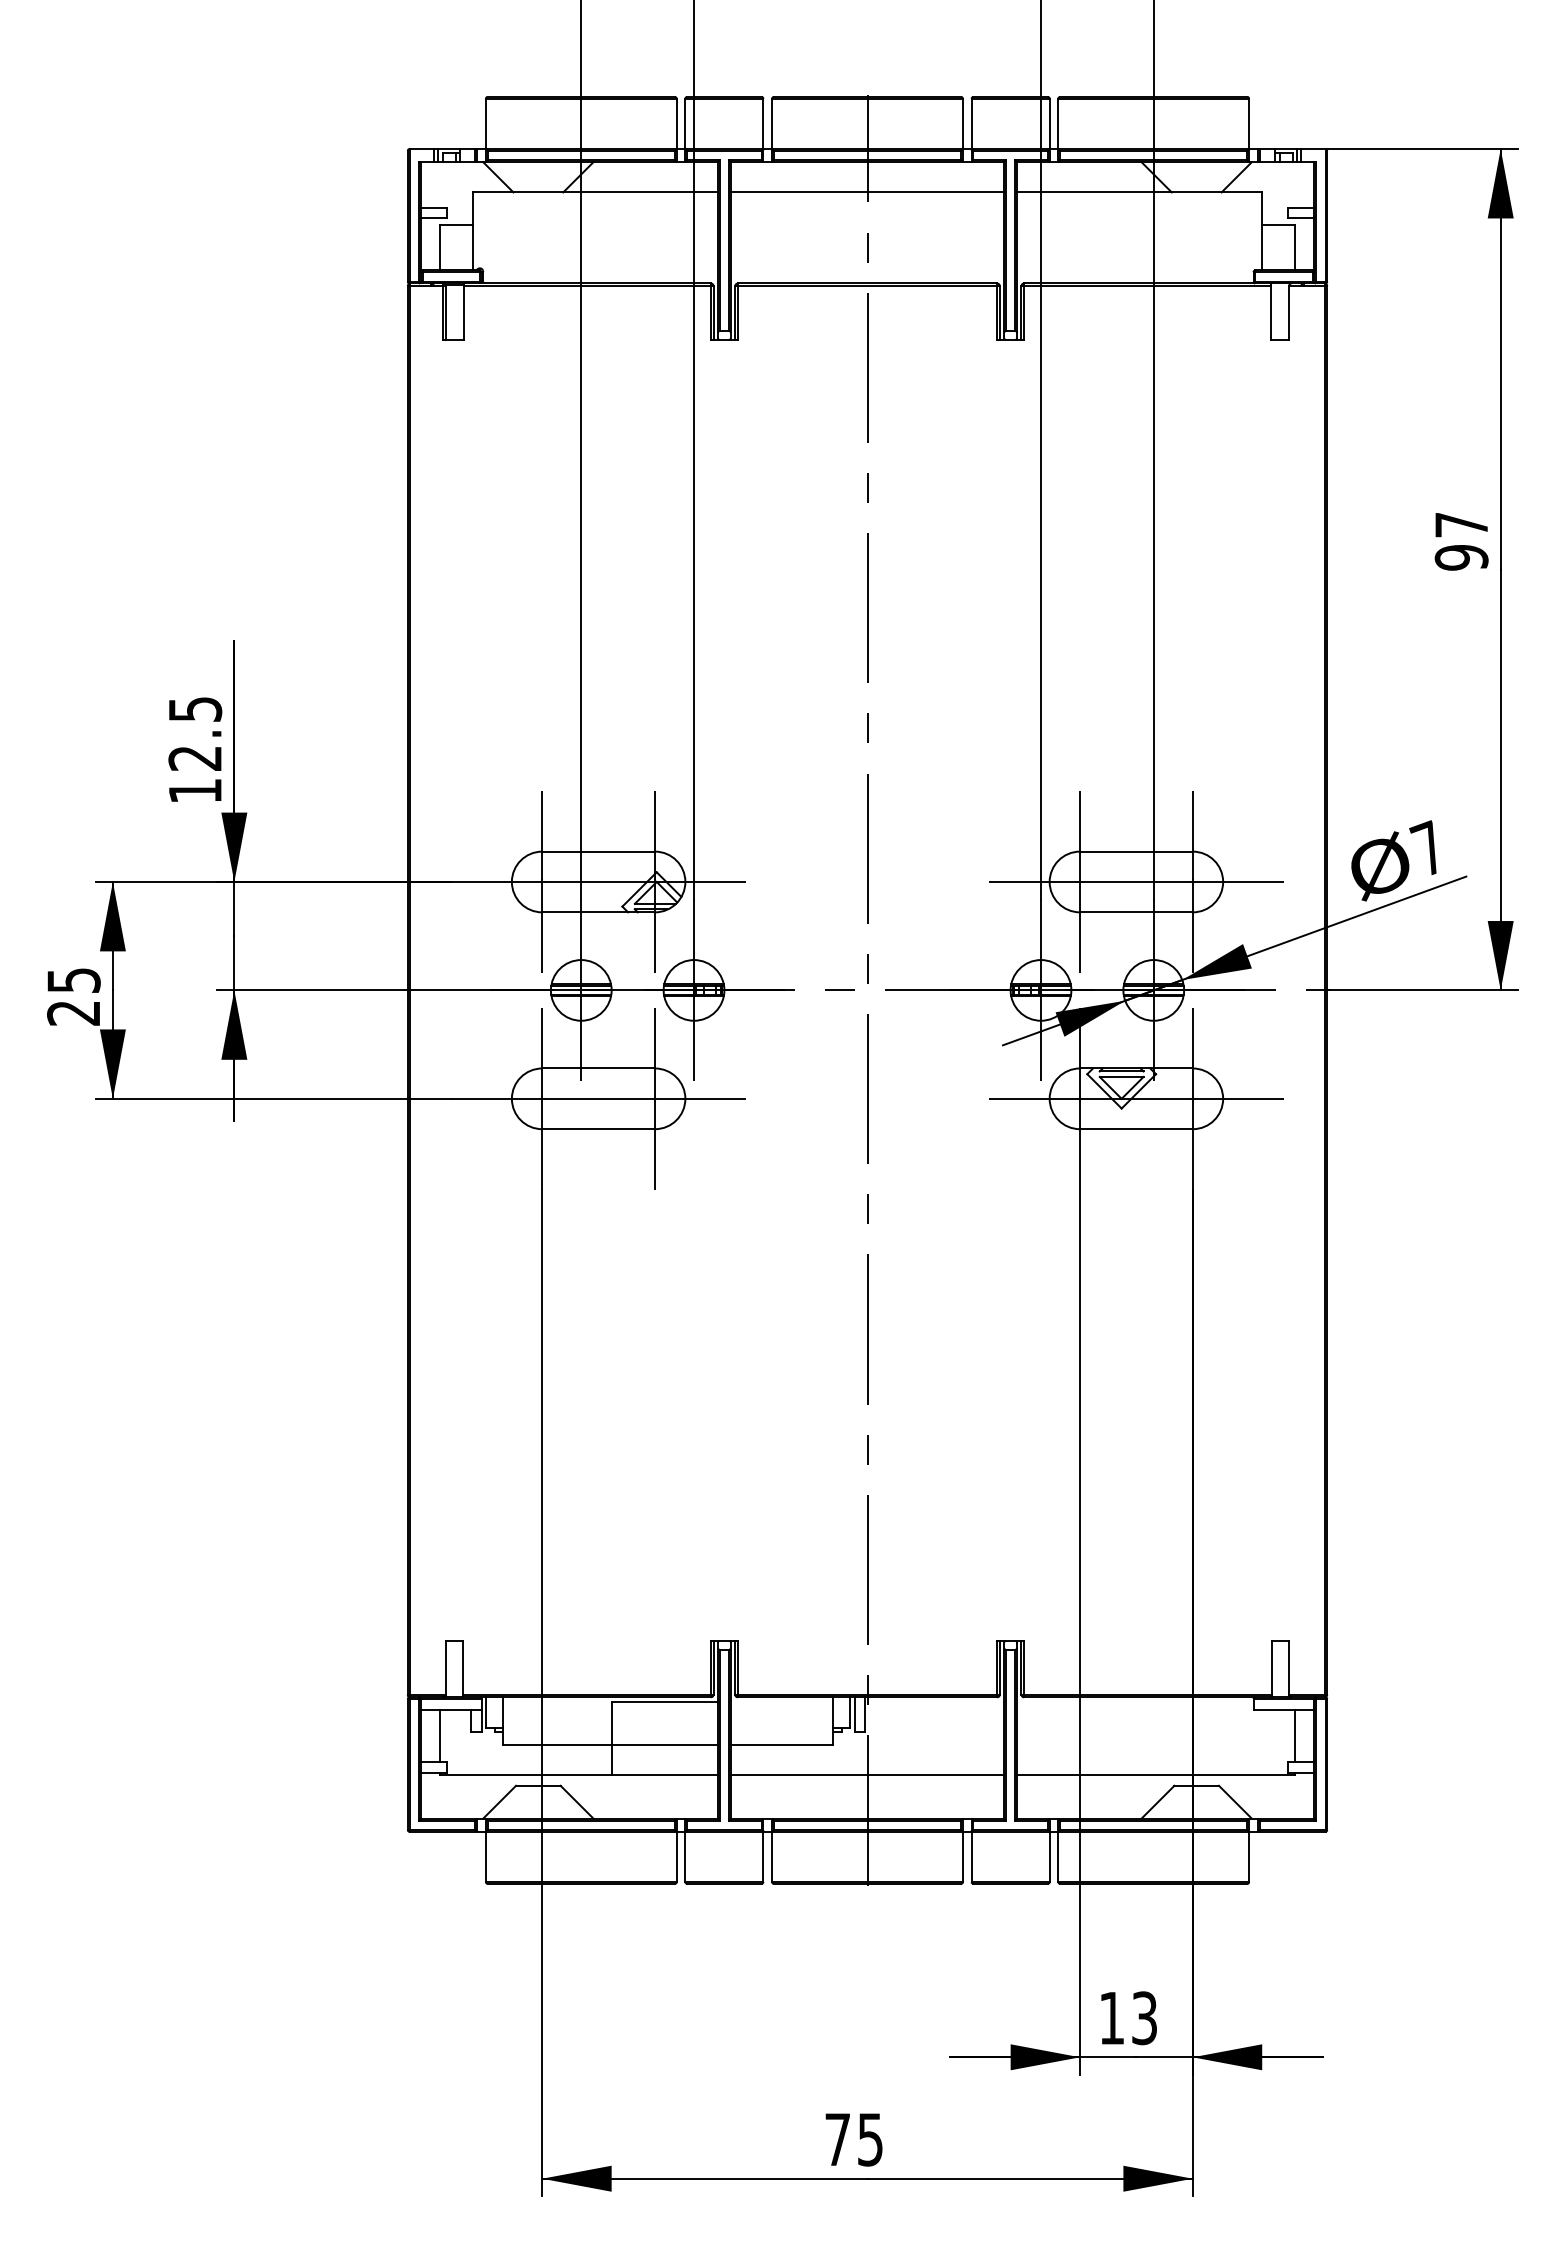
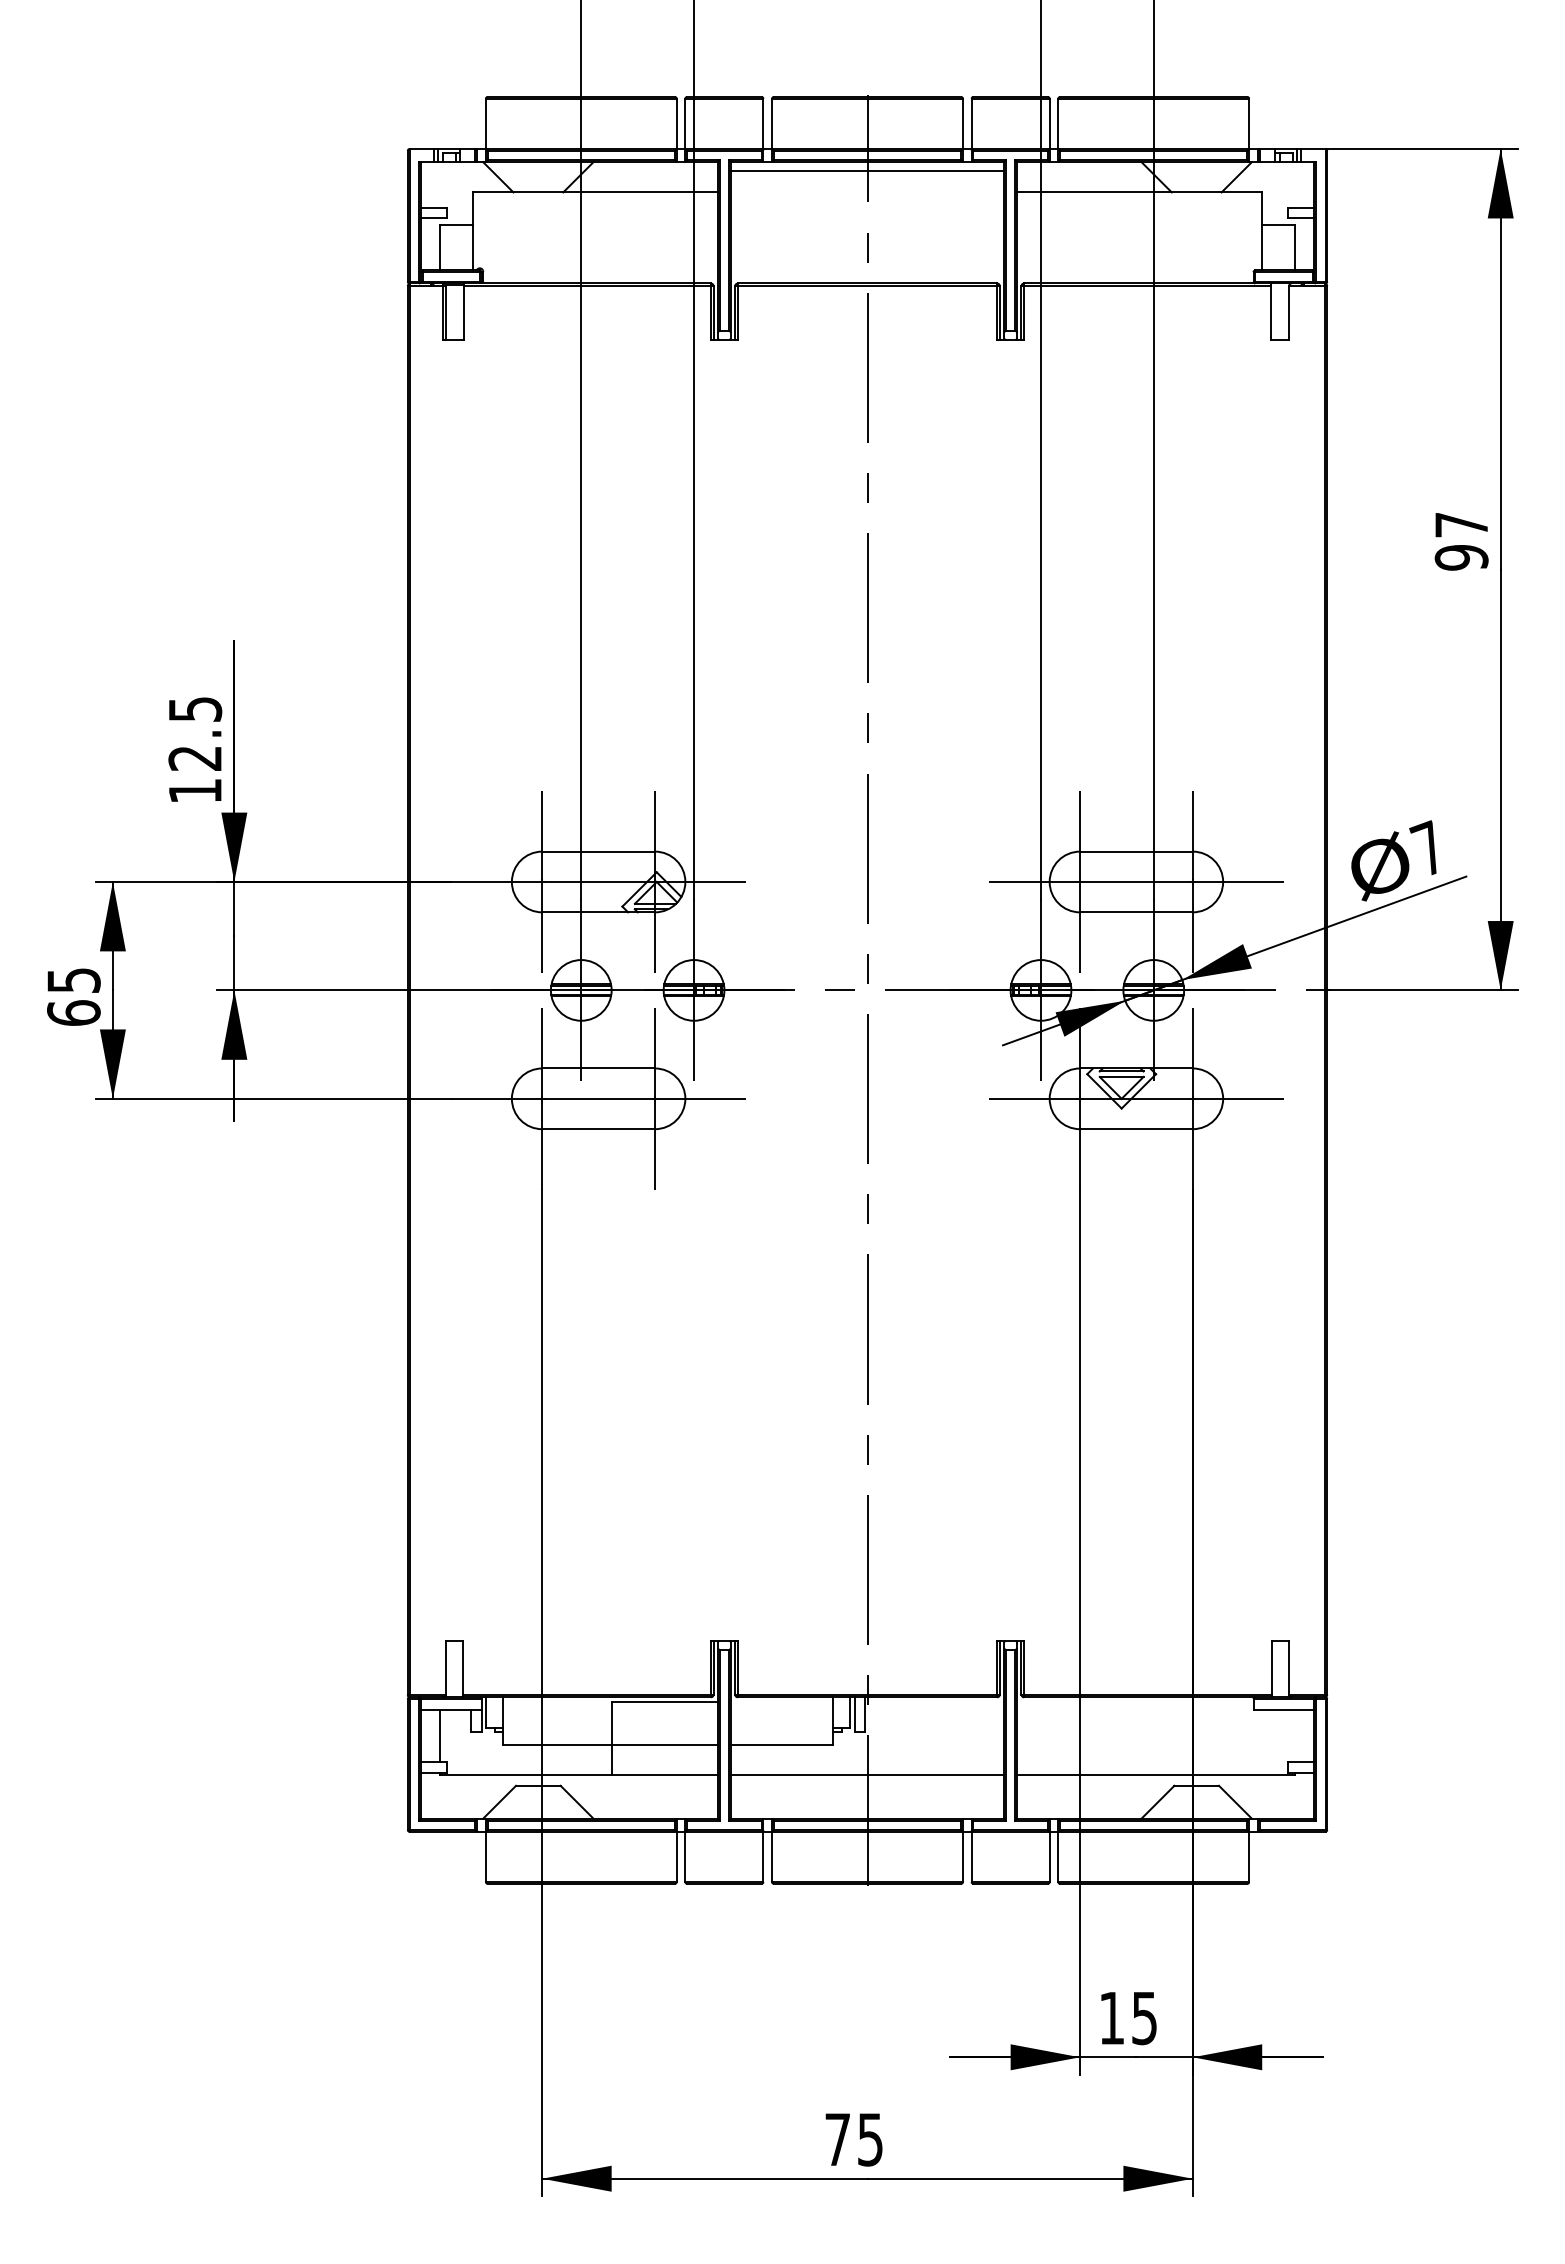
line at (867, 192) position: (867, 192) -> (867, 171)
text at (73, 1012): 25 -> 65
line at (1295, 1736): present -> none
text at (1144, 2017): 13 -> 15
